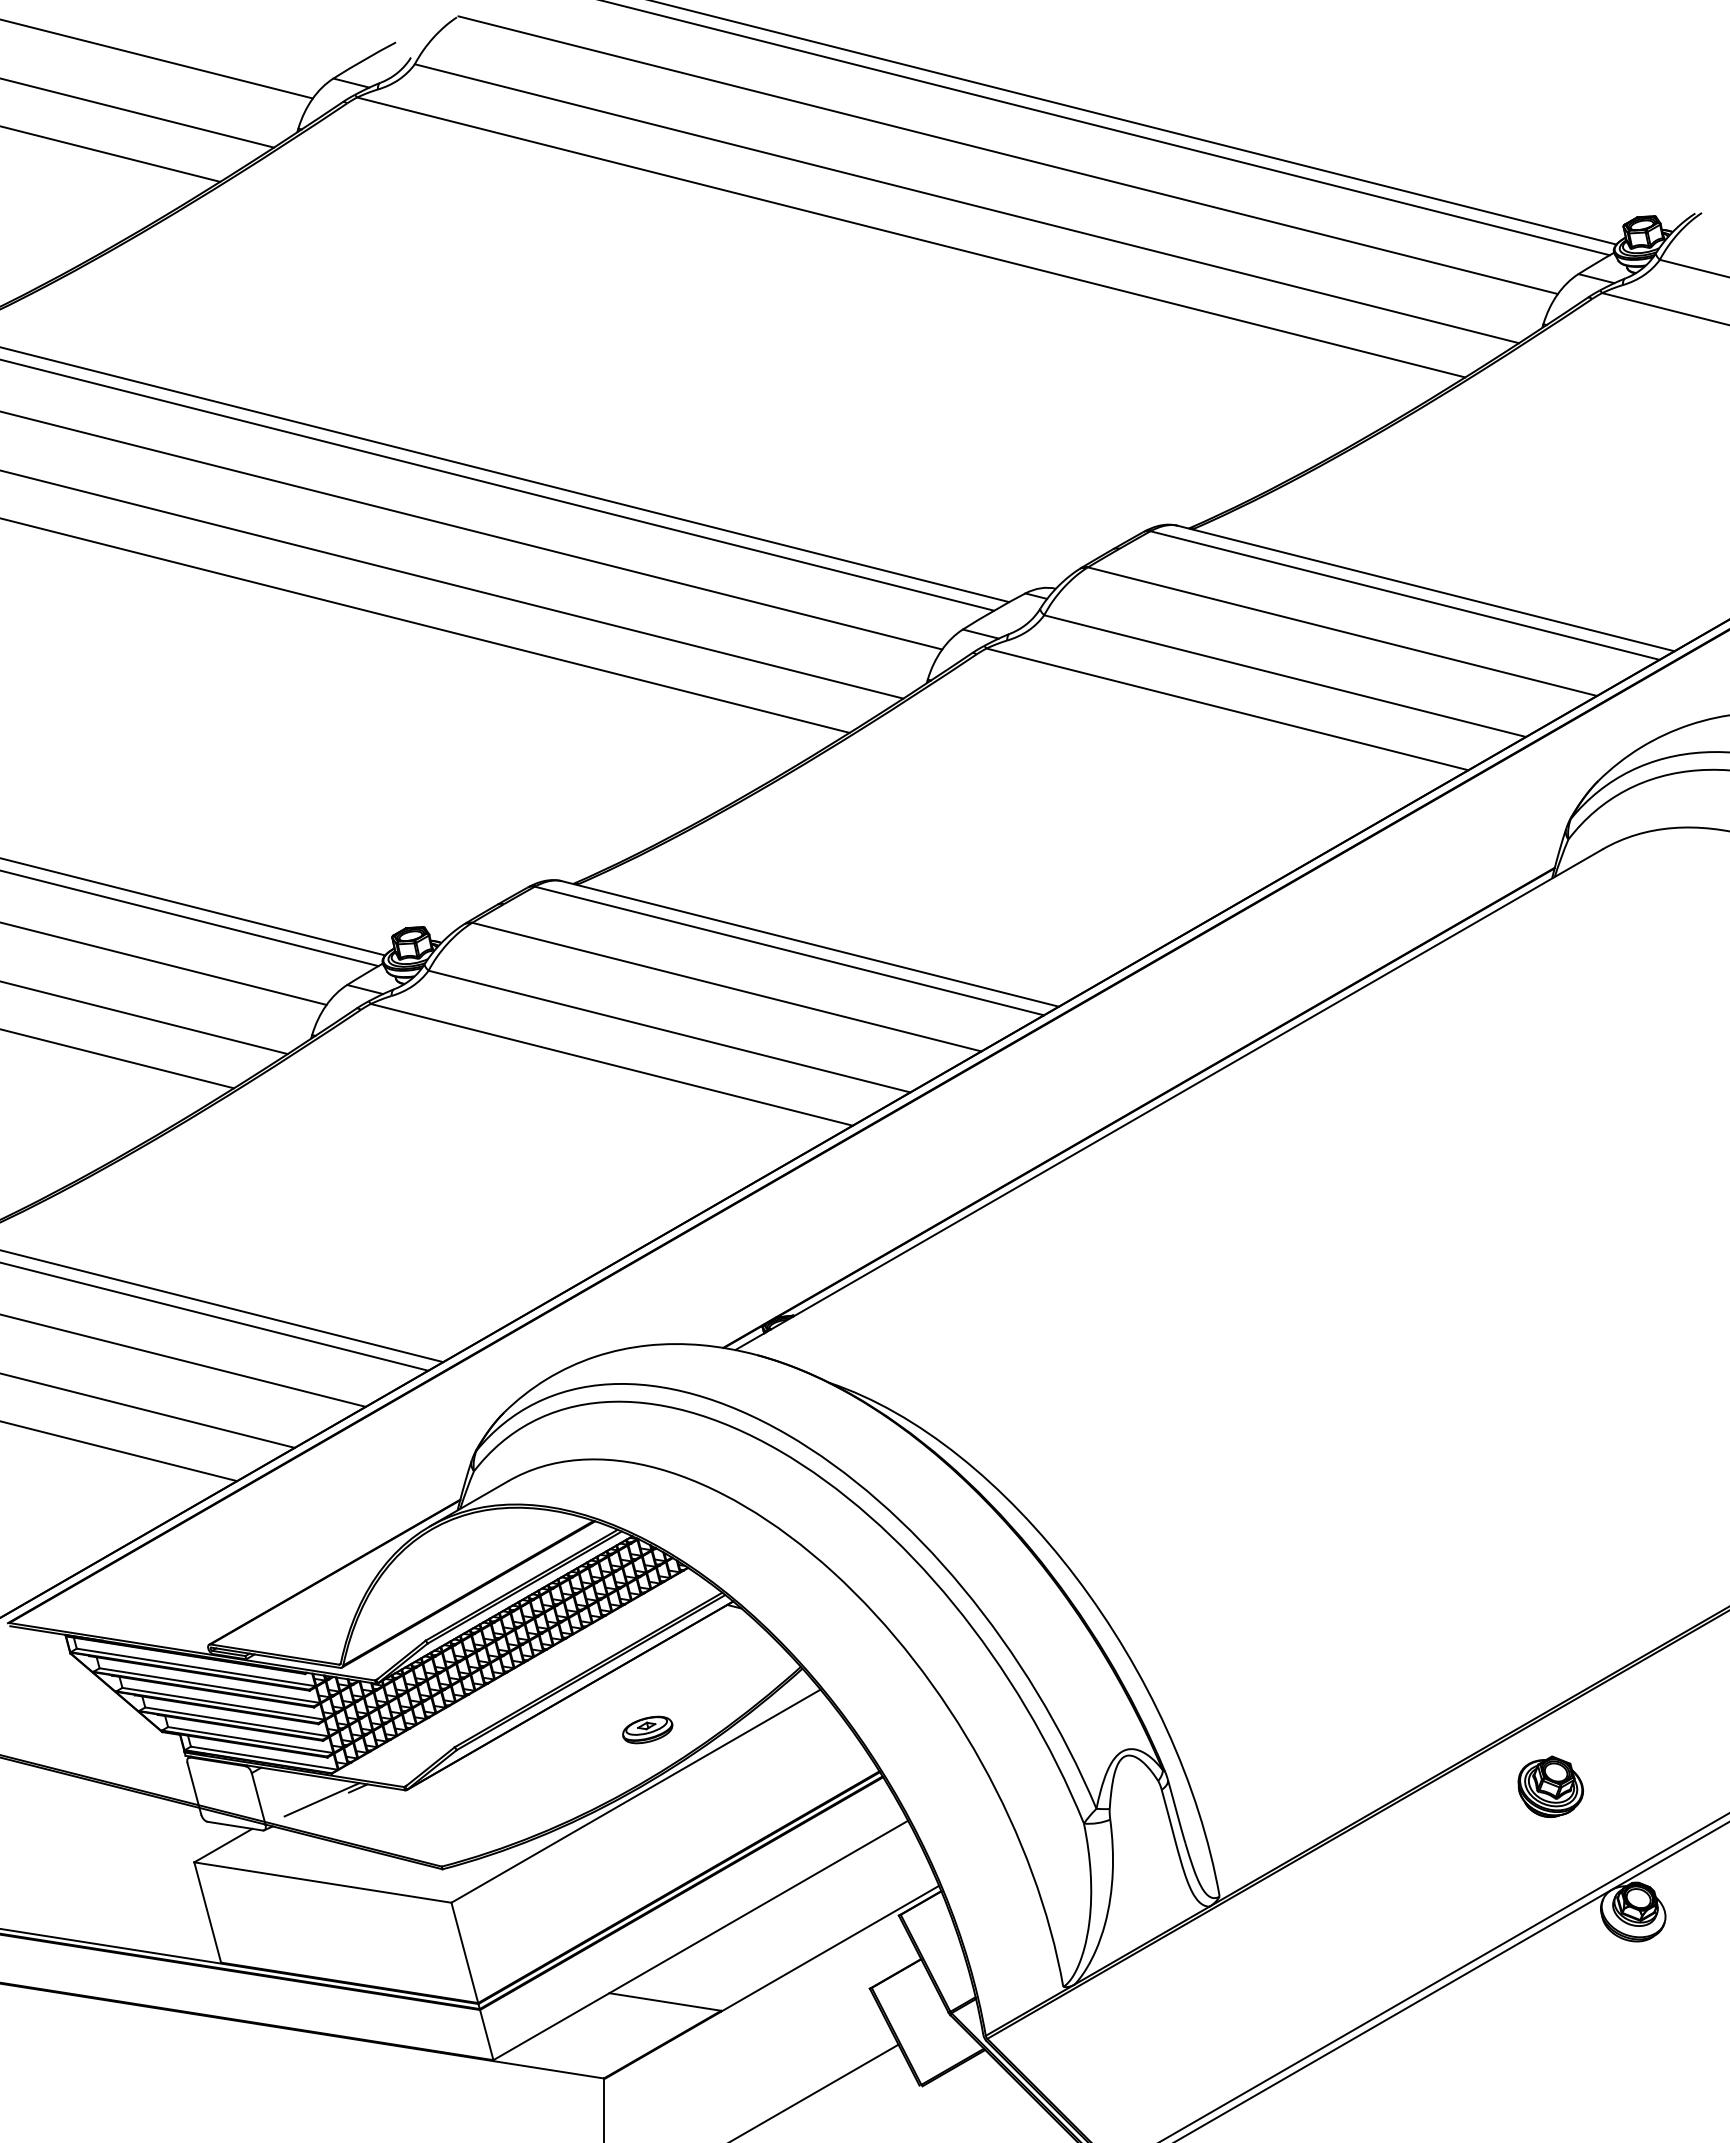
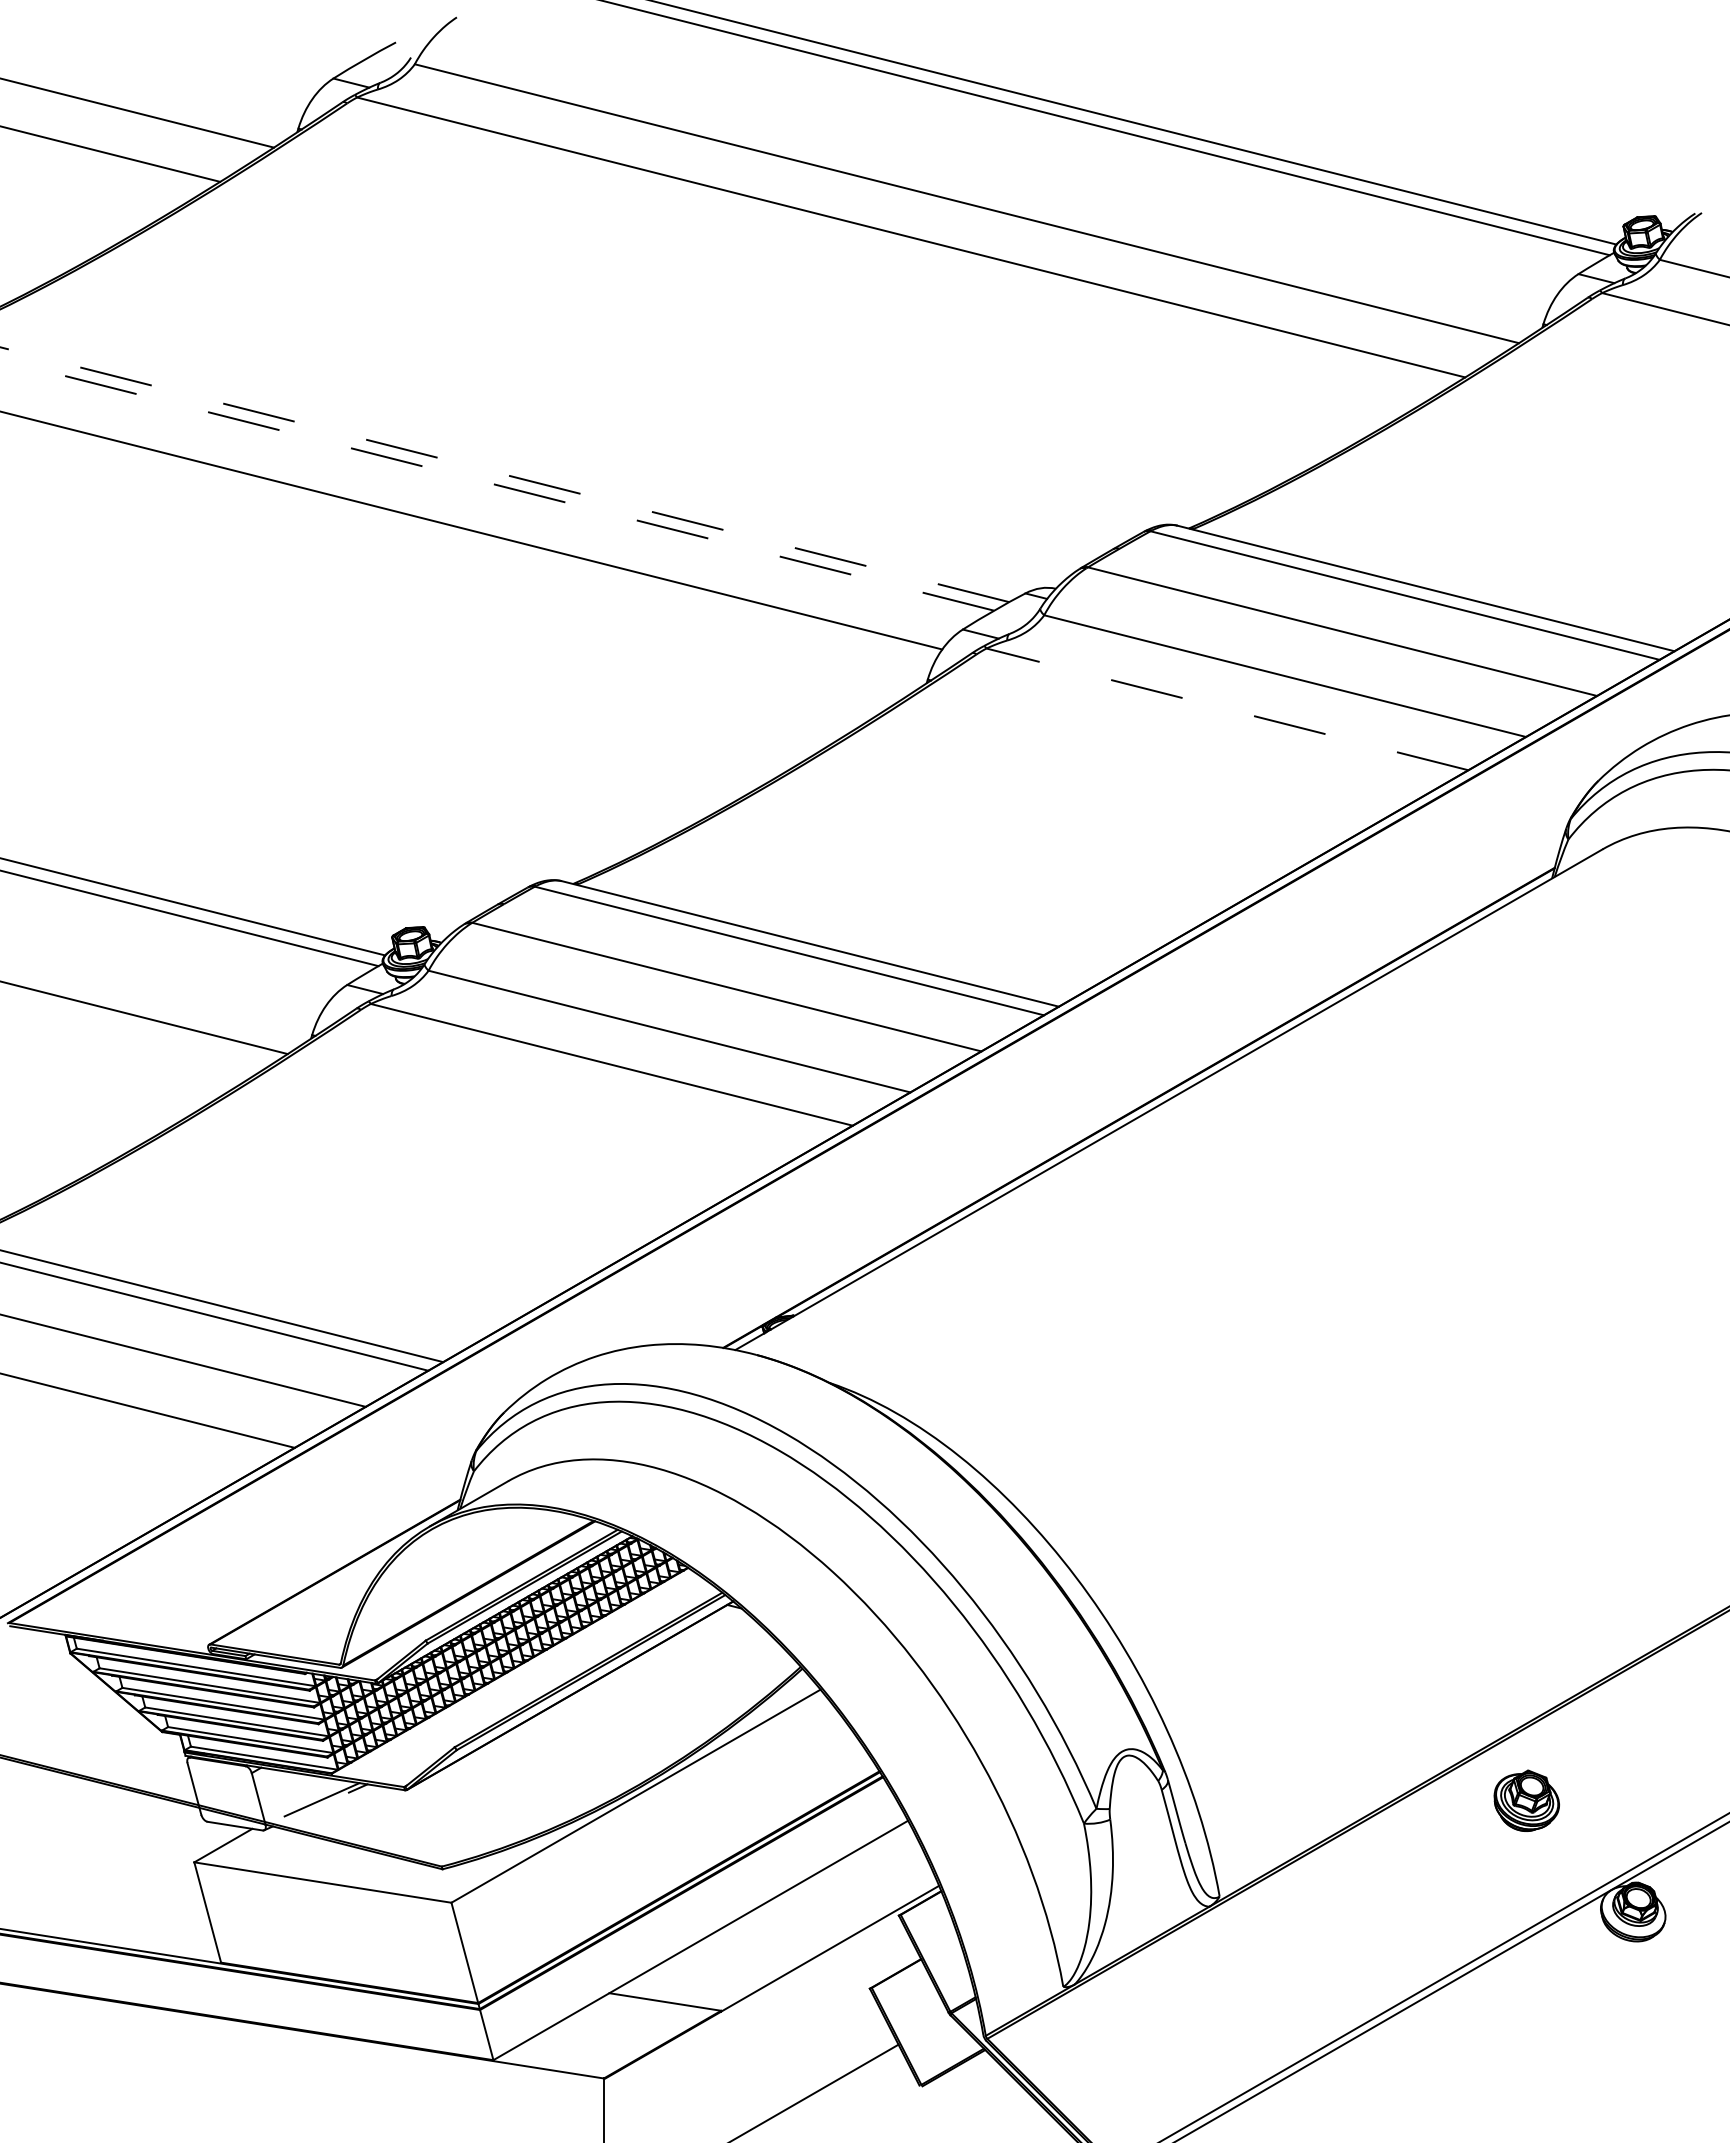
line at (157, 59): present -> none
line at (1007, 155): present -> none
line at (504, 474): solid -> dashed
line at (496, 485): solid -> dashed
line at (452, 584): present -> none
line at (425, 625): present -> none
line at (1227, 709): solid -> dashed
line at (164, 963): present -> none
line at (118, 1058): present -> none
line at (119, 1451): present -> none
part at (647, 1729): present -> none
part at (1550, 1786) position: (1550, 1786) -> (1526, 1800)
